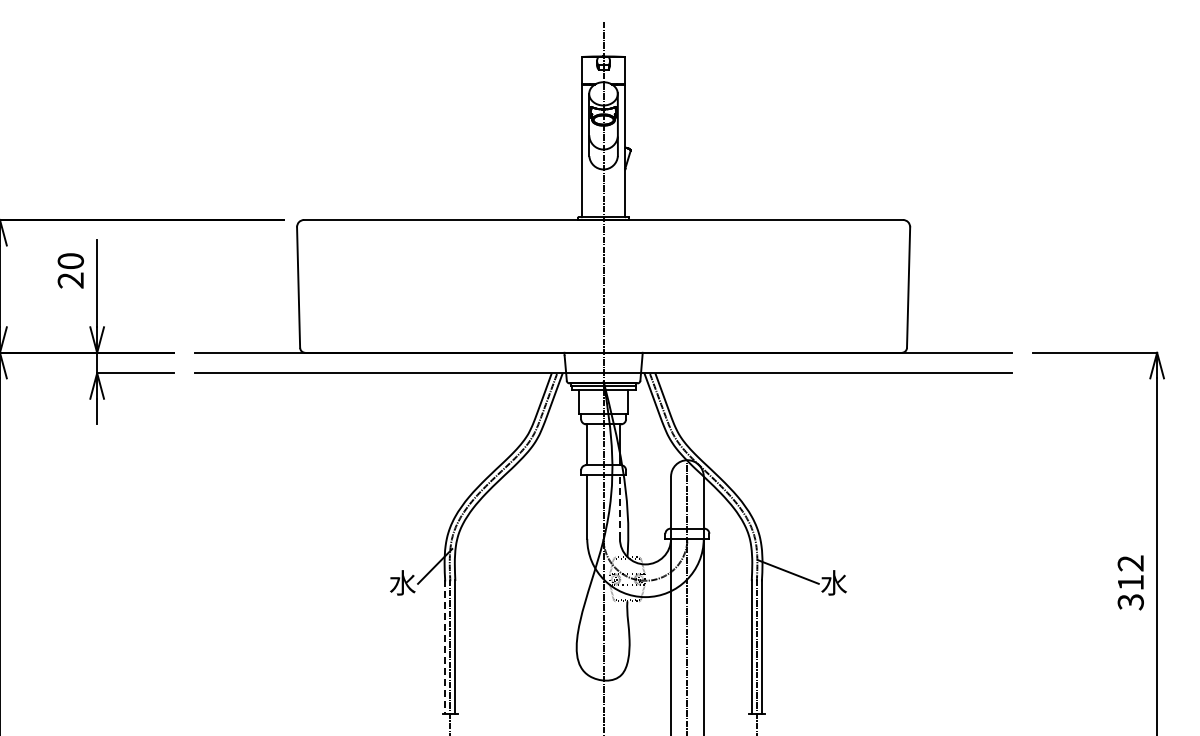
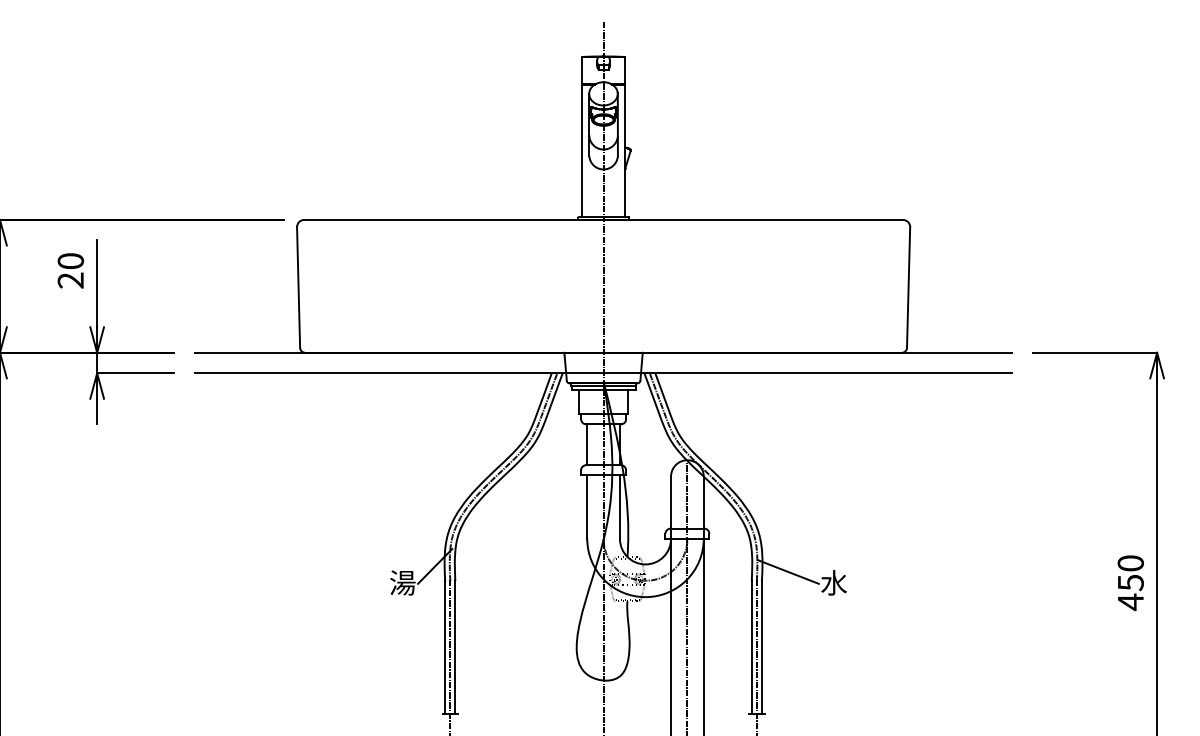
line at (619, 507): dashed -> solid
text at (402, 582): 水 -> 湯
text at (1130, 582): 312 -> 450
line at (445, 647): dashed -> solid
